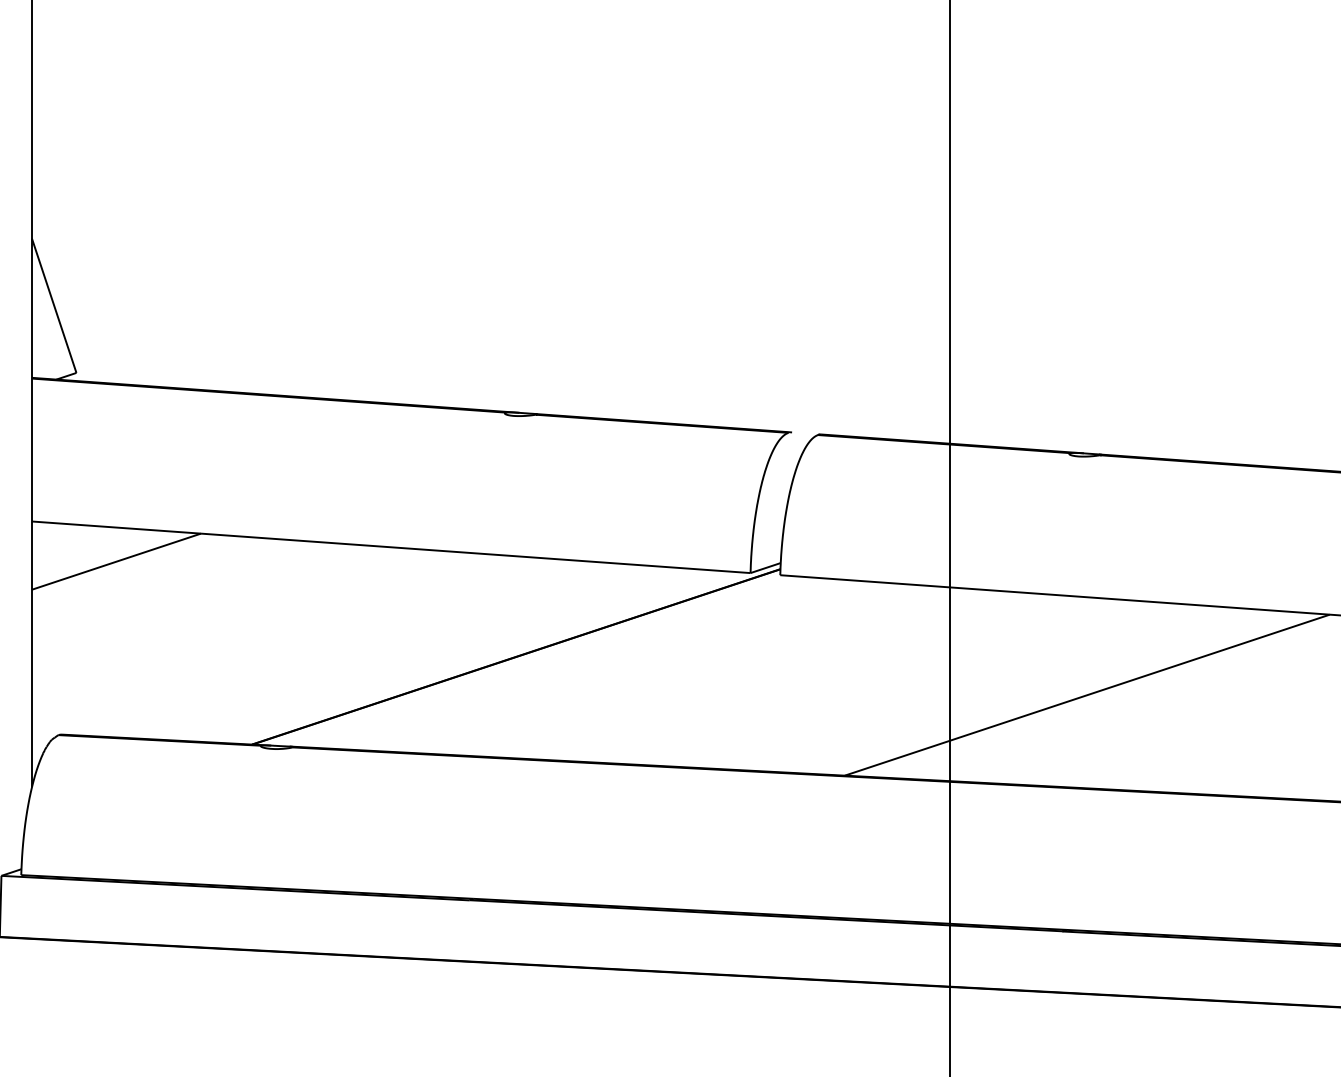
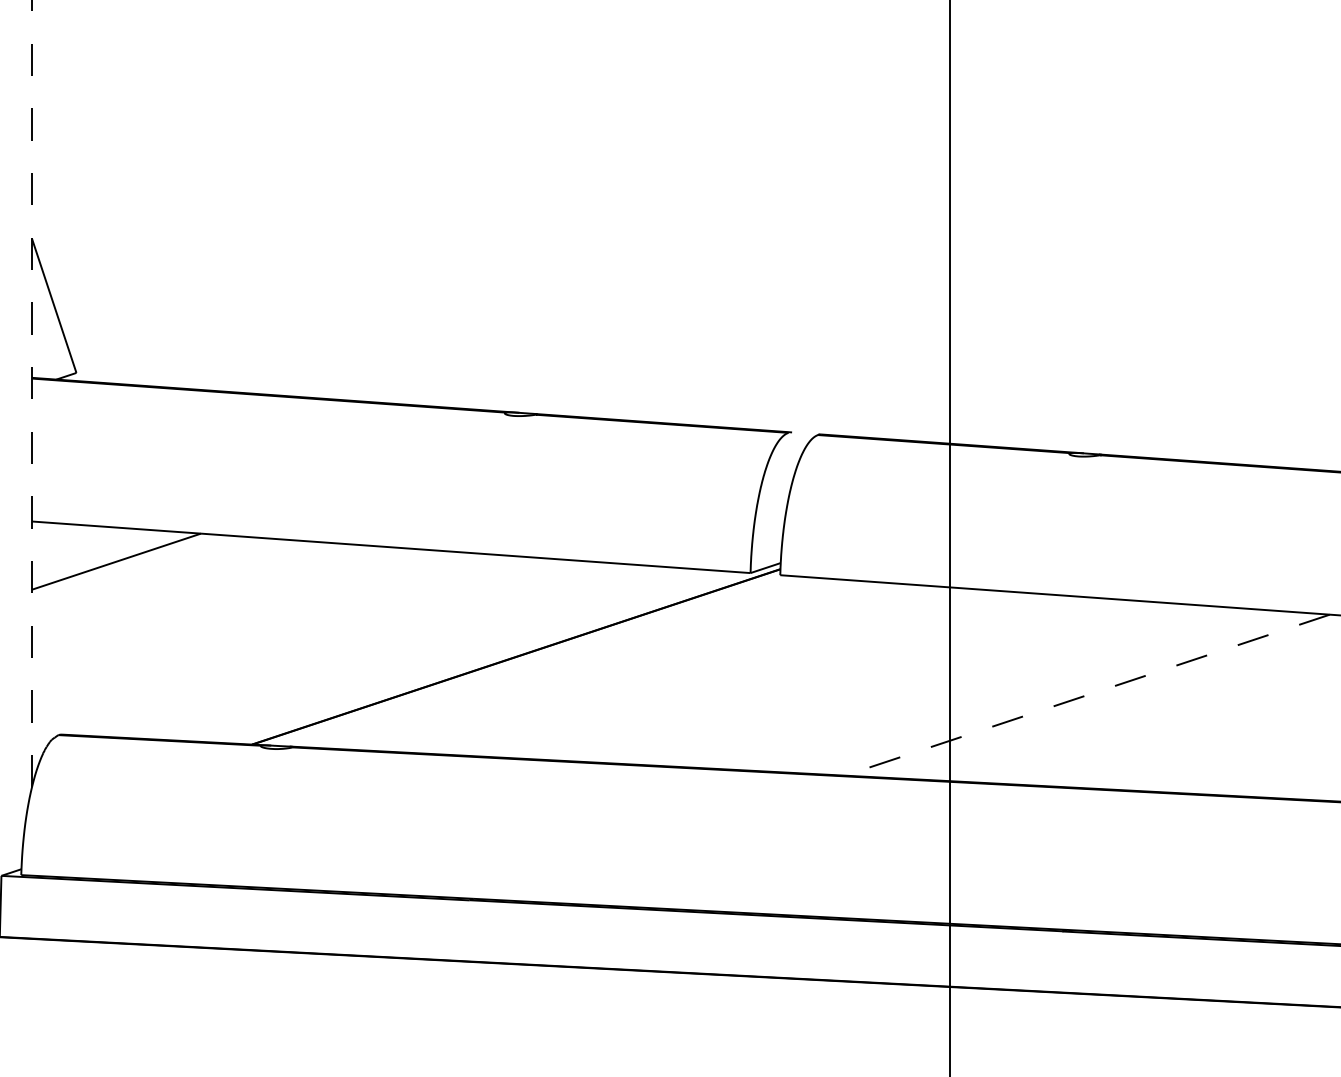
line at (31, 393): solid -> dashed
line at (1087, 695): solid -> dashed
